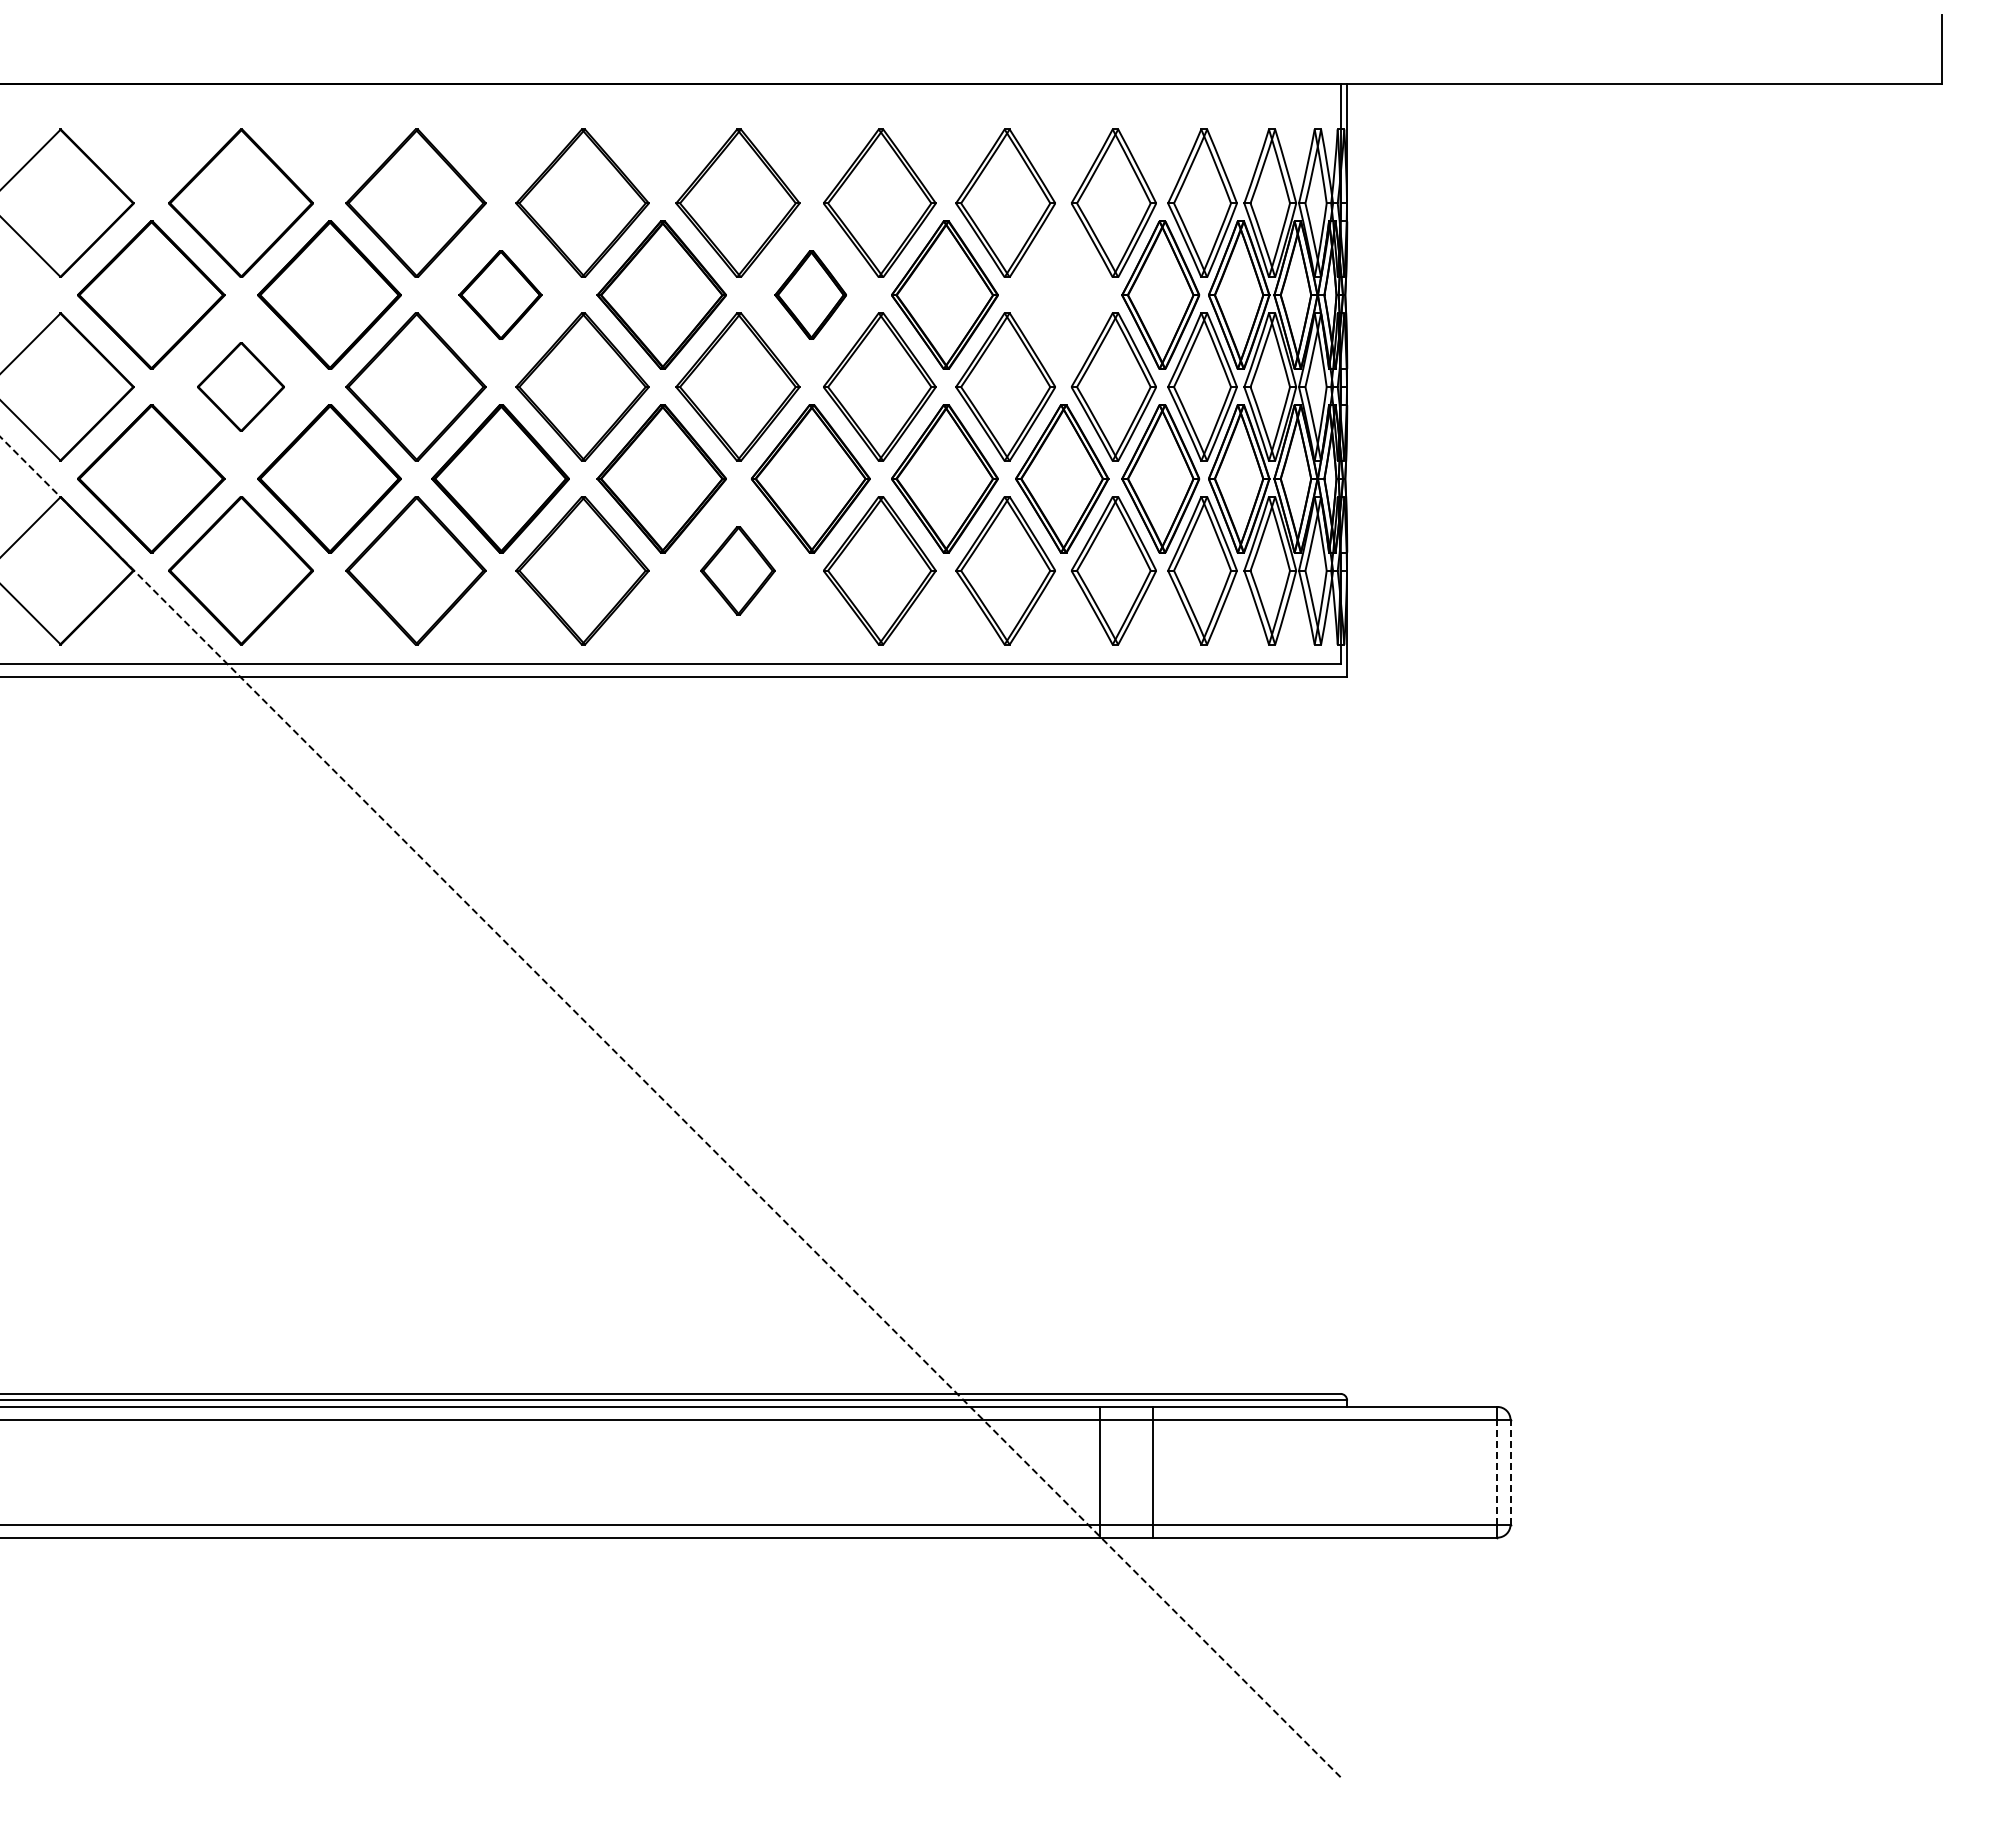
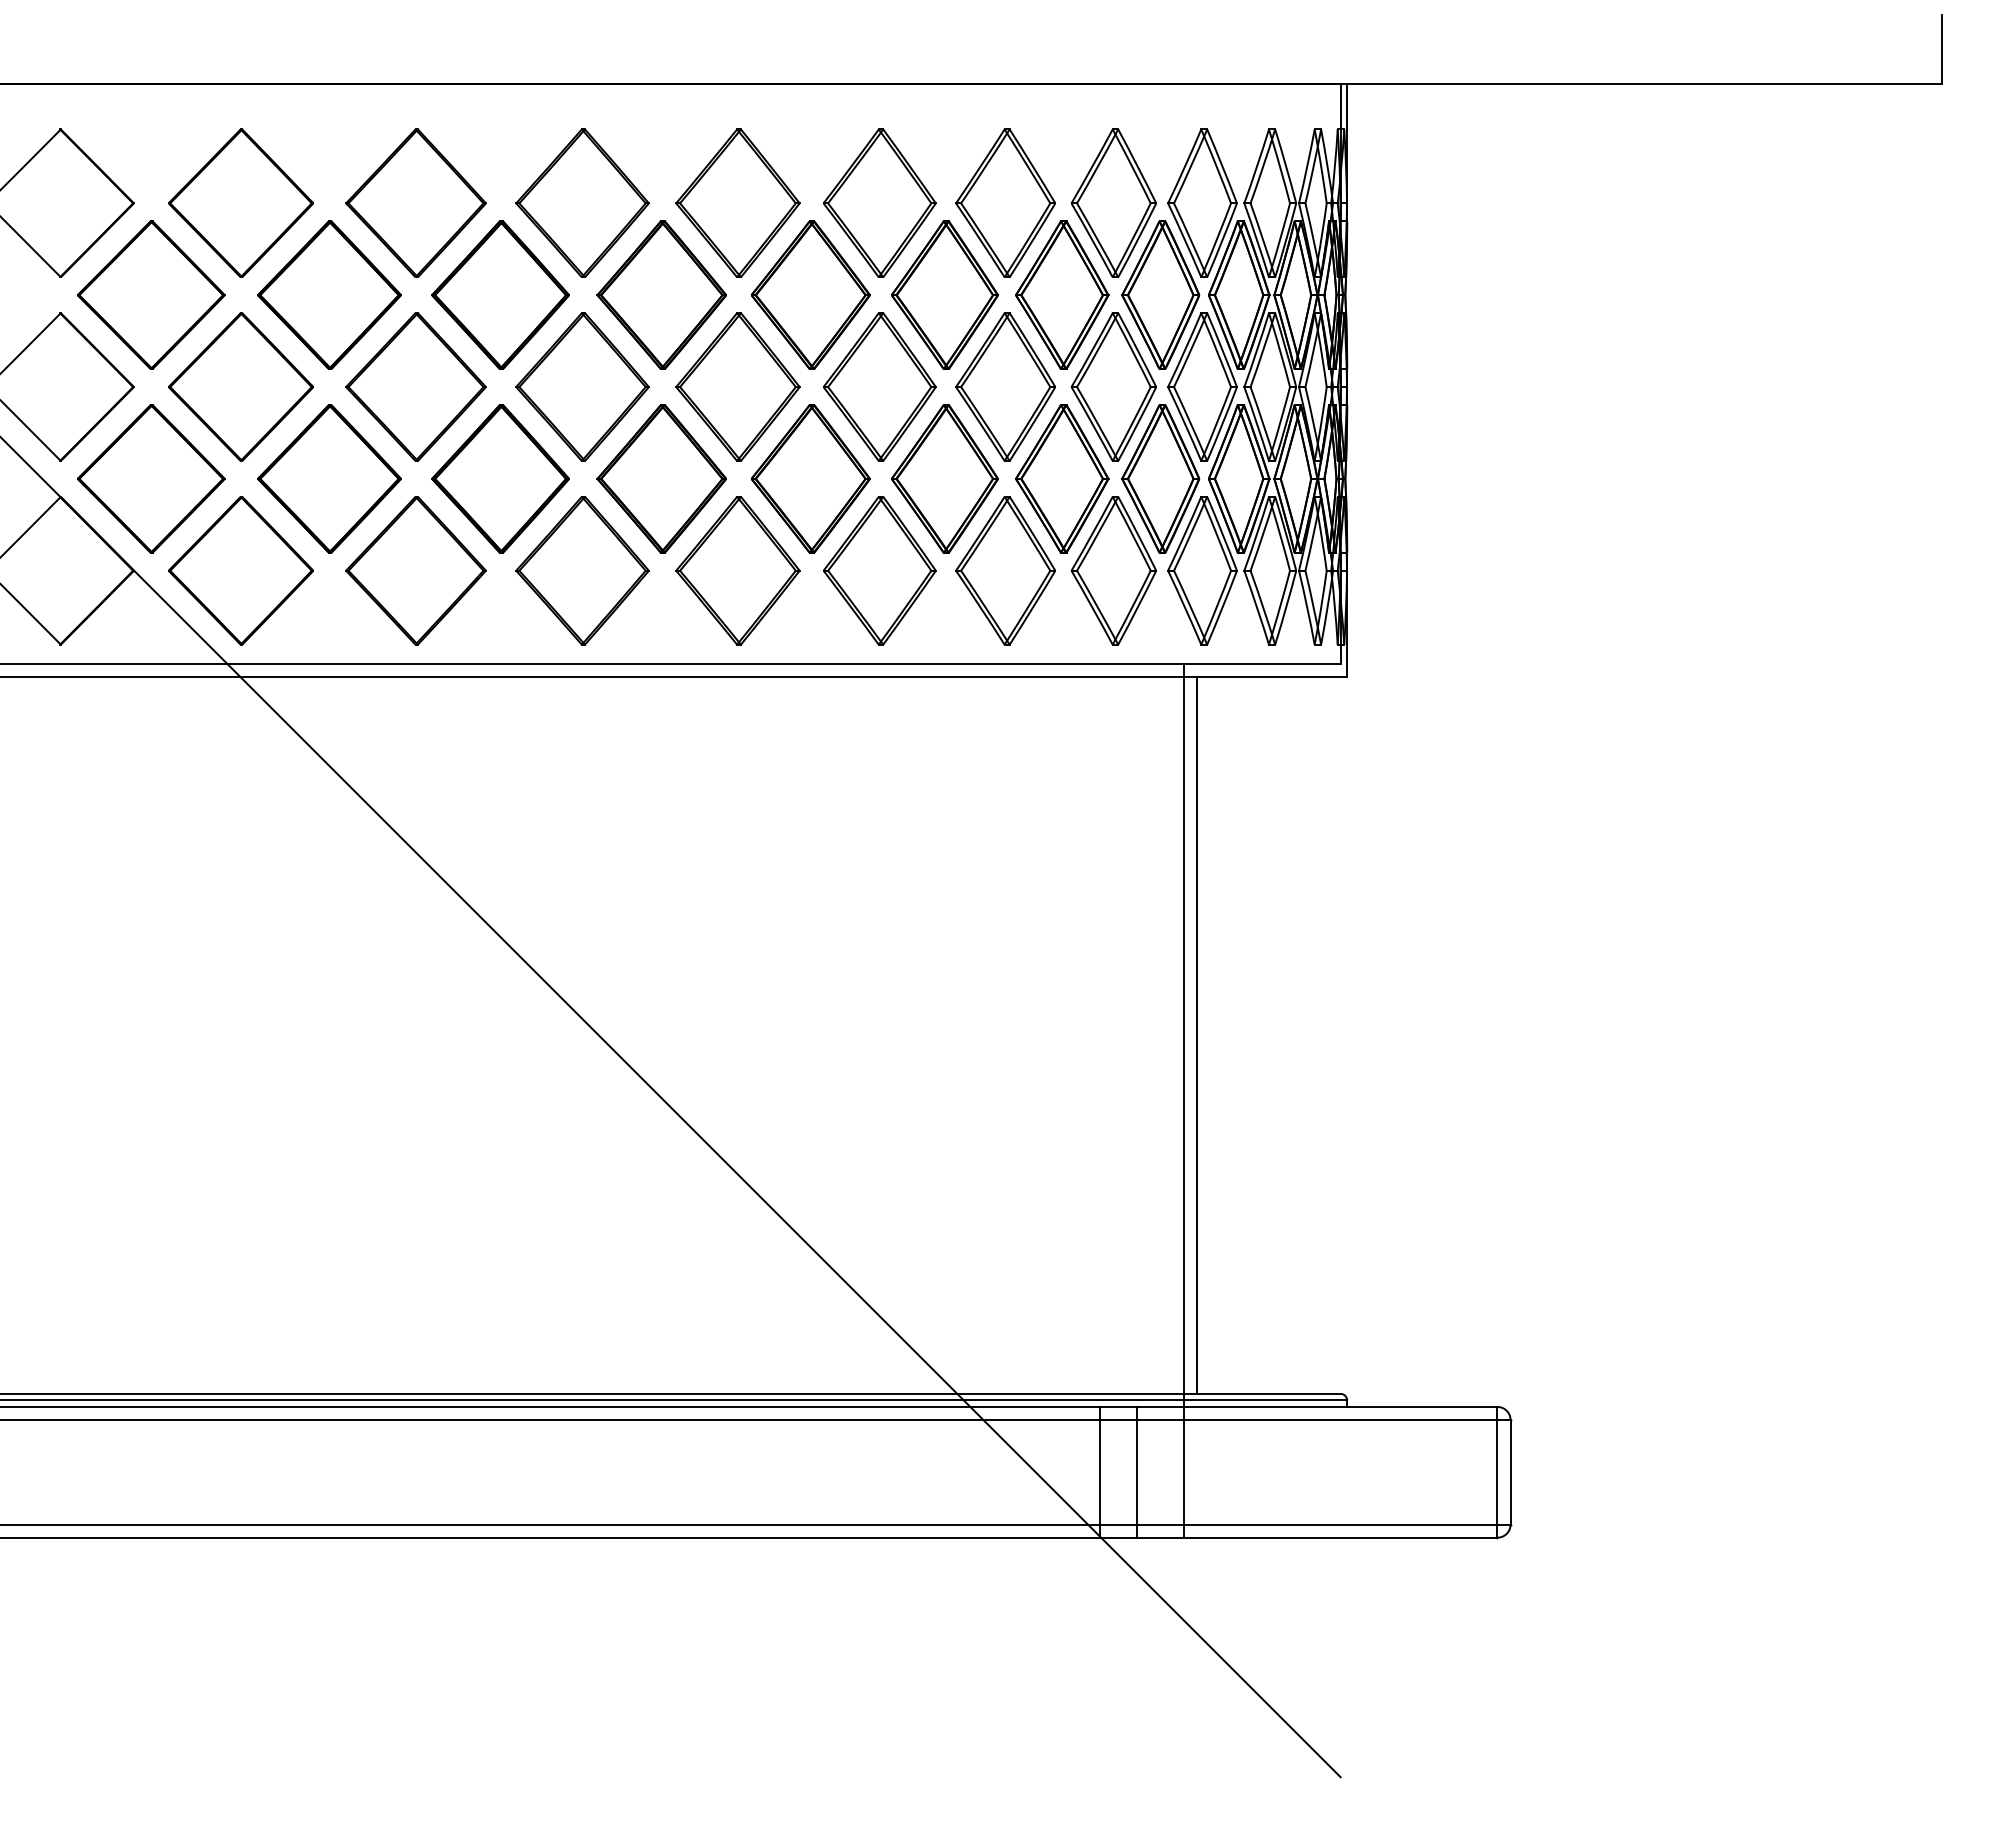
part at (500, 294) size: 85x90 px -> 139x150 px
part at (810, 294) size: 73x90 px -> 120x150 px
part at (1062, 294): none -> present
part at (240, 386) size: 88x90 px -> 146x150 px
part at (737, 570) size: 76x90 px -> 126x150 px
line at (1196, 1035): none -> present
line at (1183, 1100): none -> present
line at (670, 1106): dashed -> solid
line at (1152, 1471) position: (1152, 1471) -> (1136, 1471)
line at (1497, 1471): dashed -> solid
line at (1510, 1471): dashed -> solid
